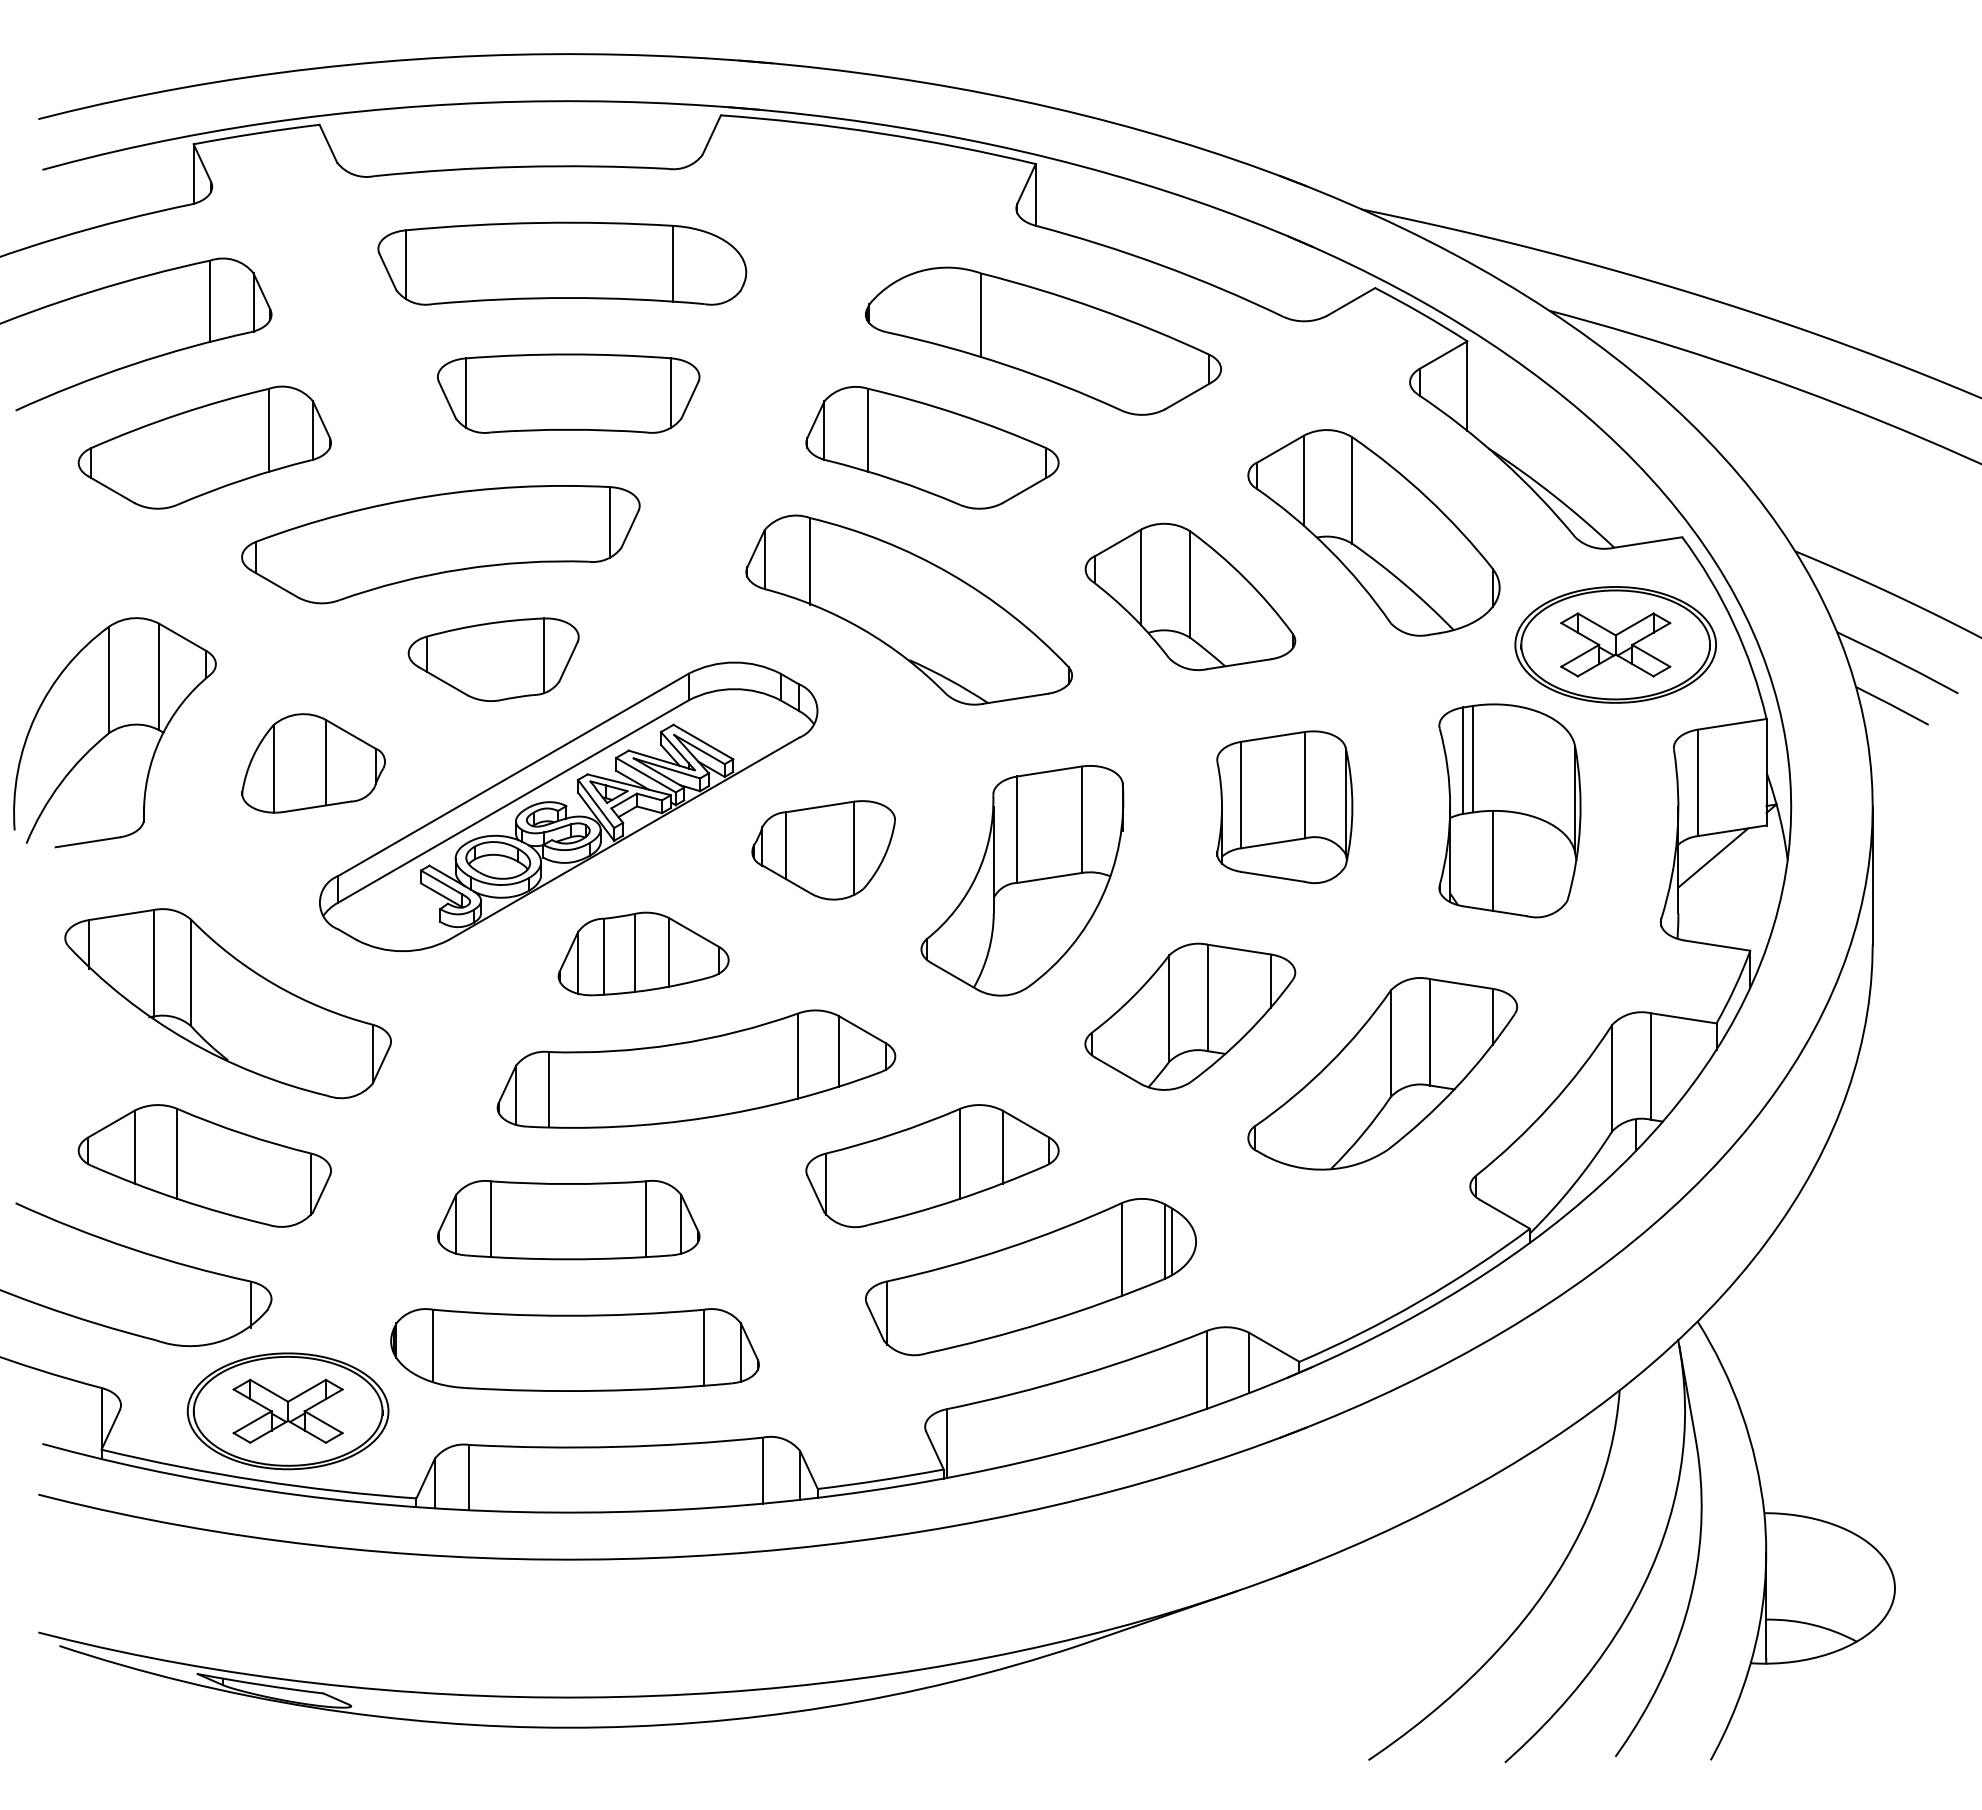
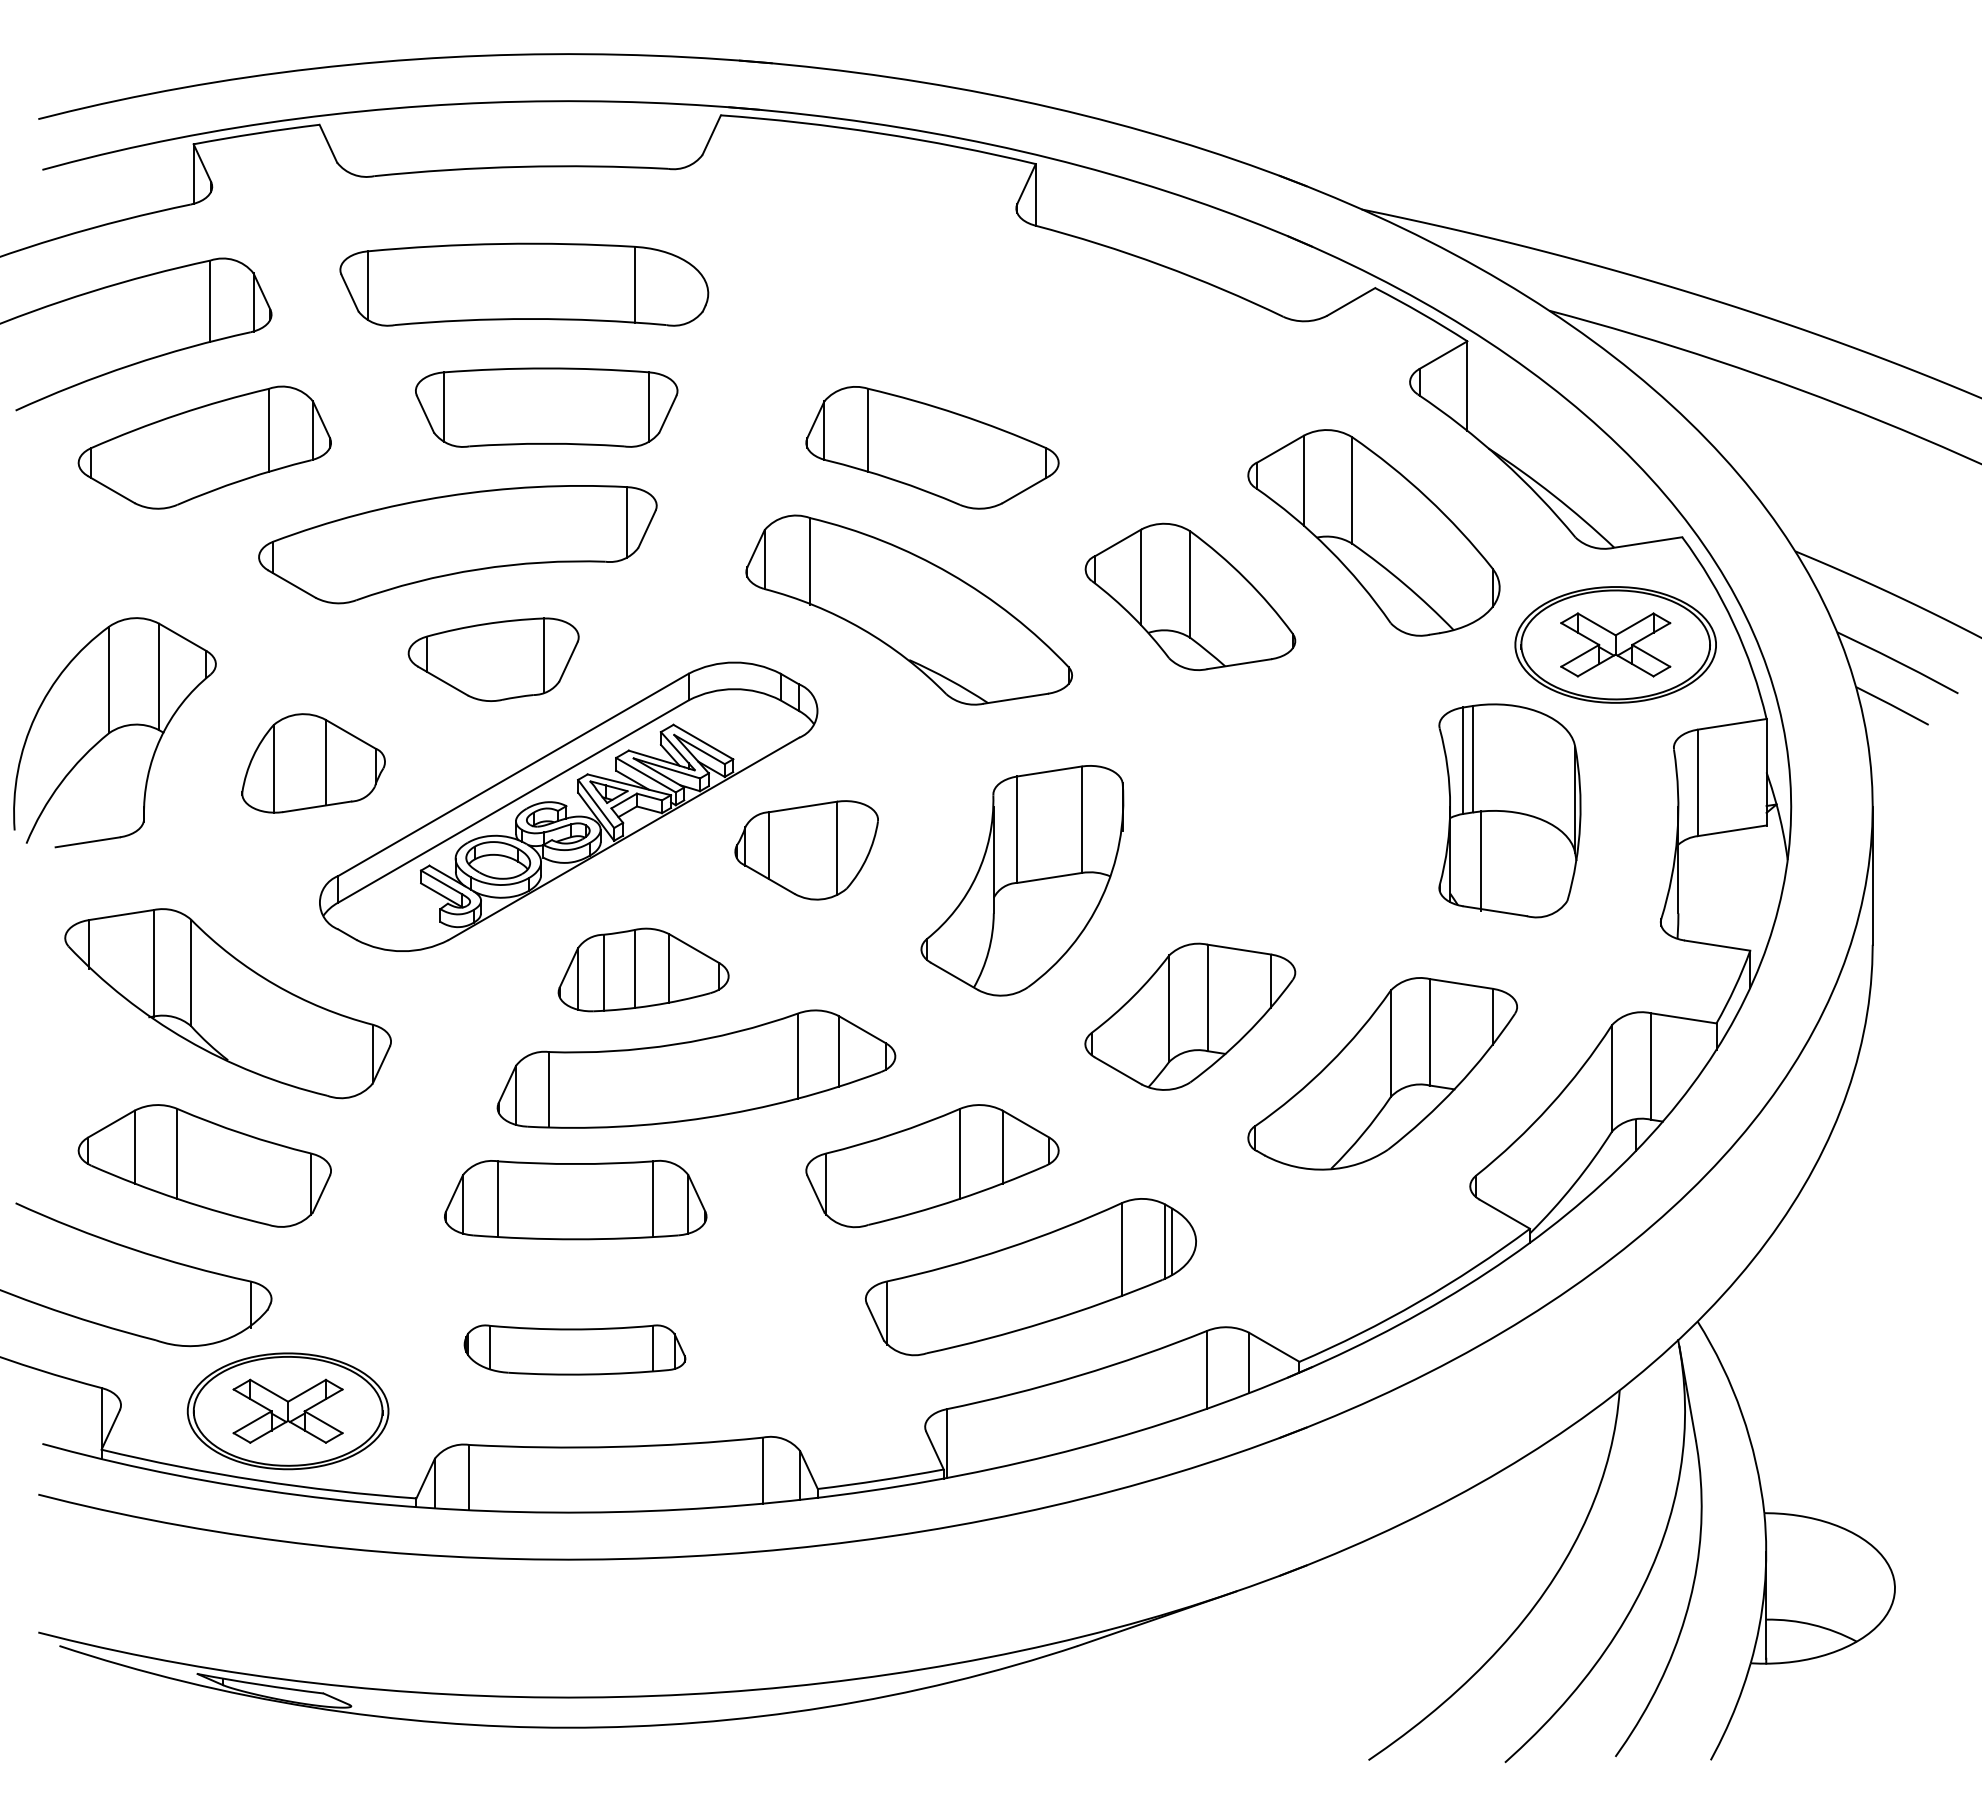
part at (562, 263) position: (562, 263) -> (524, 284)
part at (1043, 340): present -> none
part at (568, 393) position: (568, 393) -> (546, 407)
part at (440, 544) position: (440, 544) -> (457, 544)
part at (1284, 807): present -> none
part at (823, 850) position: (823, 850) -> (806, 850)
line at (1713, 857): present -> none
line at (1493, 860) position: (1493, 860) -> (1481, 860)
part at (643, 953) position: (643, 953) -> (643, 969)
part at (568, 1219) position: (568, 1219) -> (575, 1199)
part at (574, 1349) size: 370x84 px -> 224x52 px
